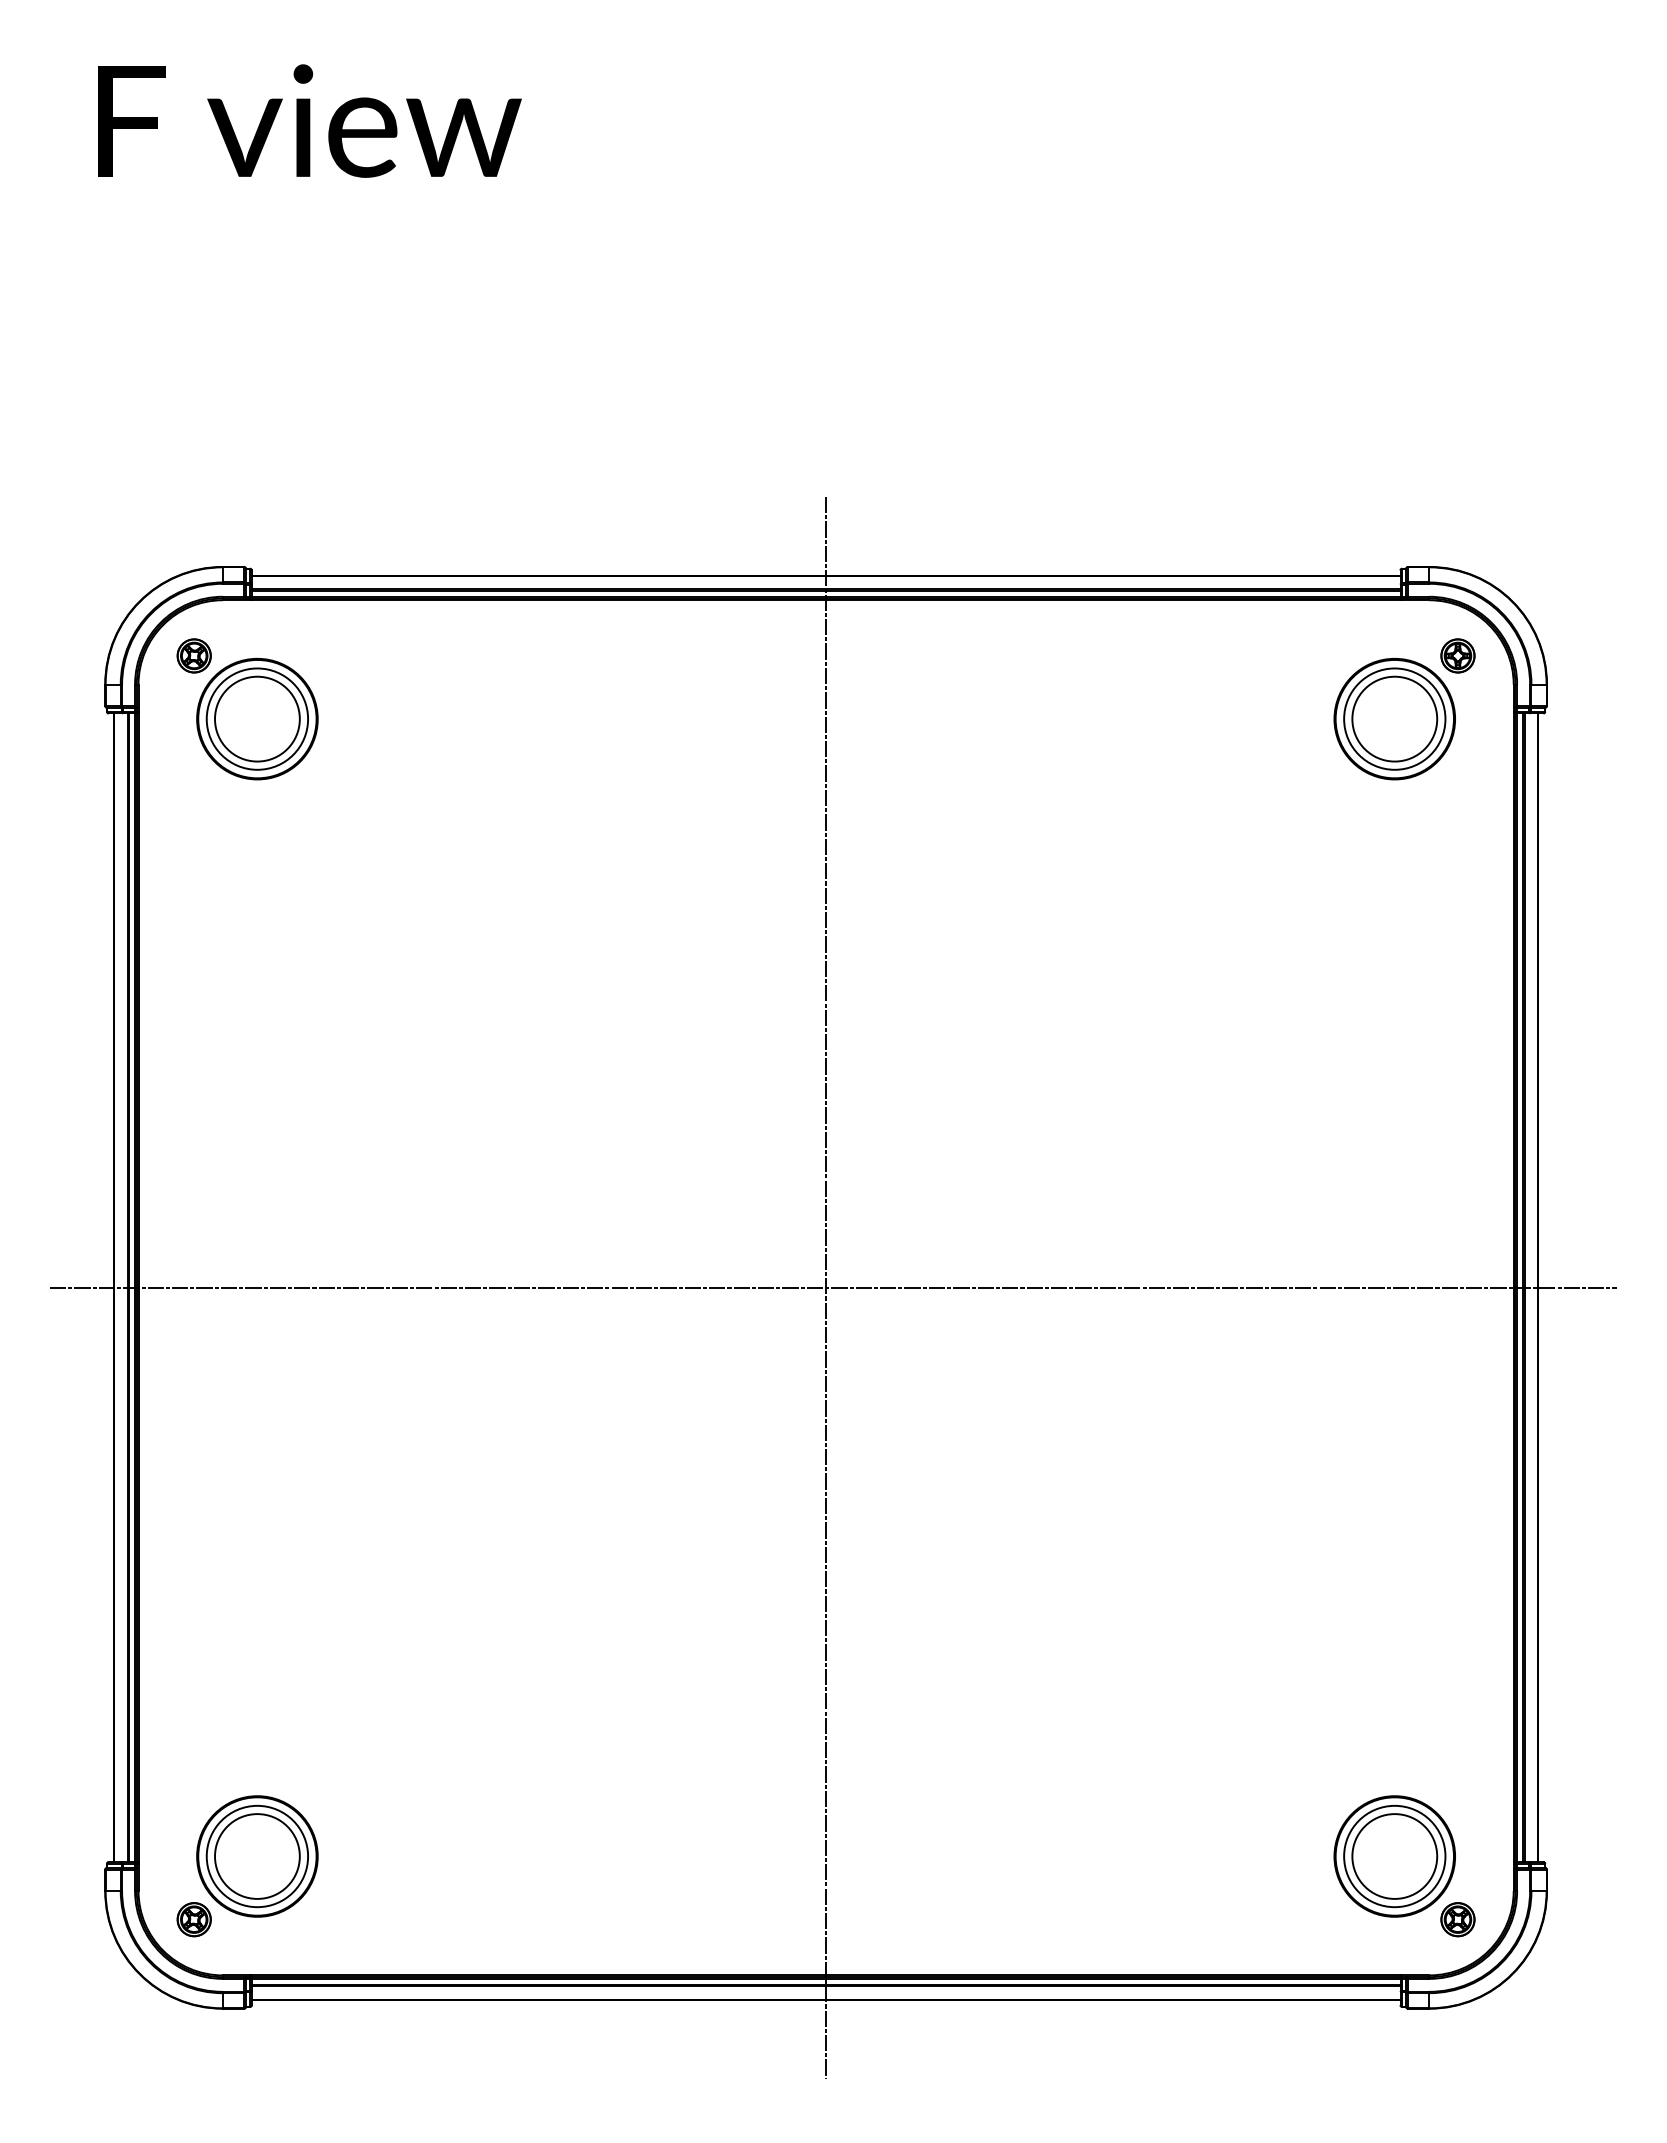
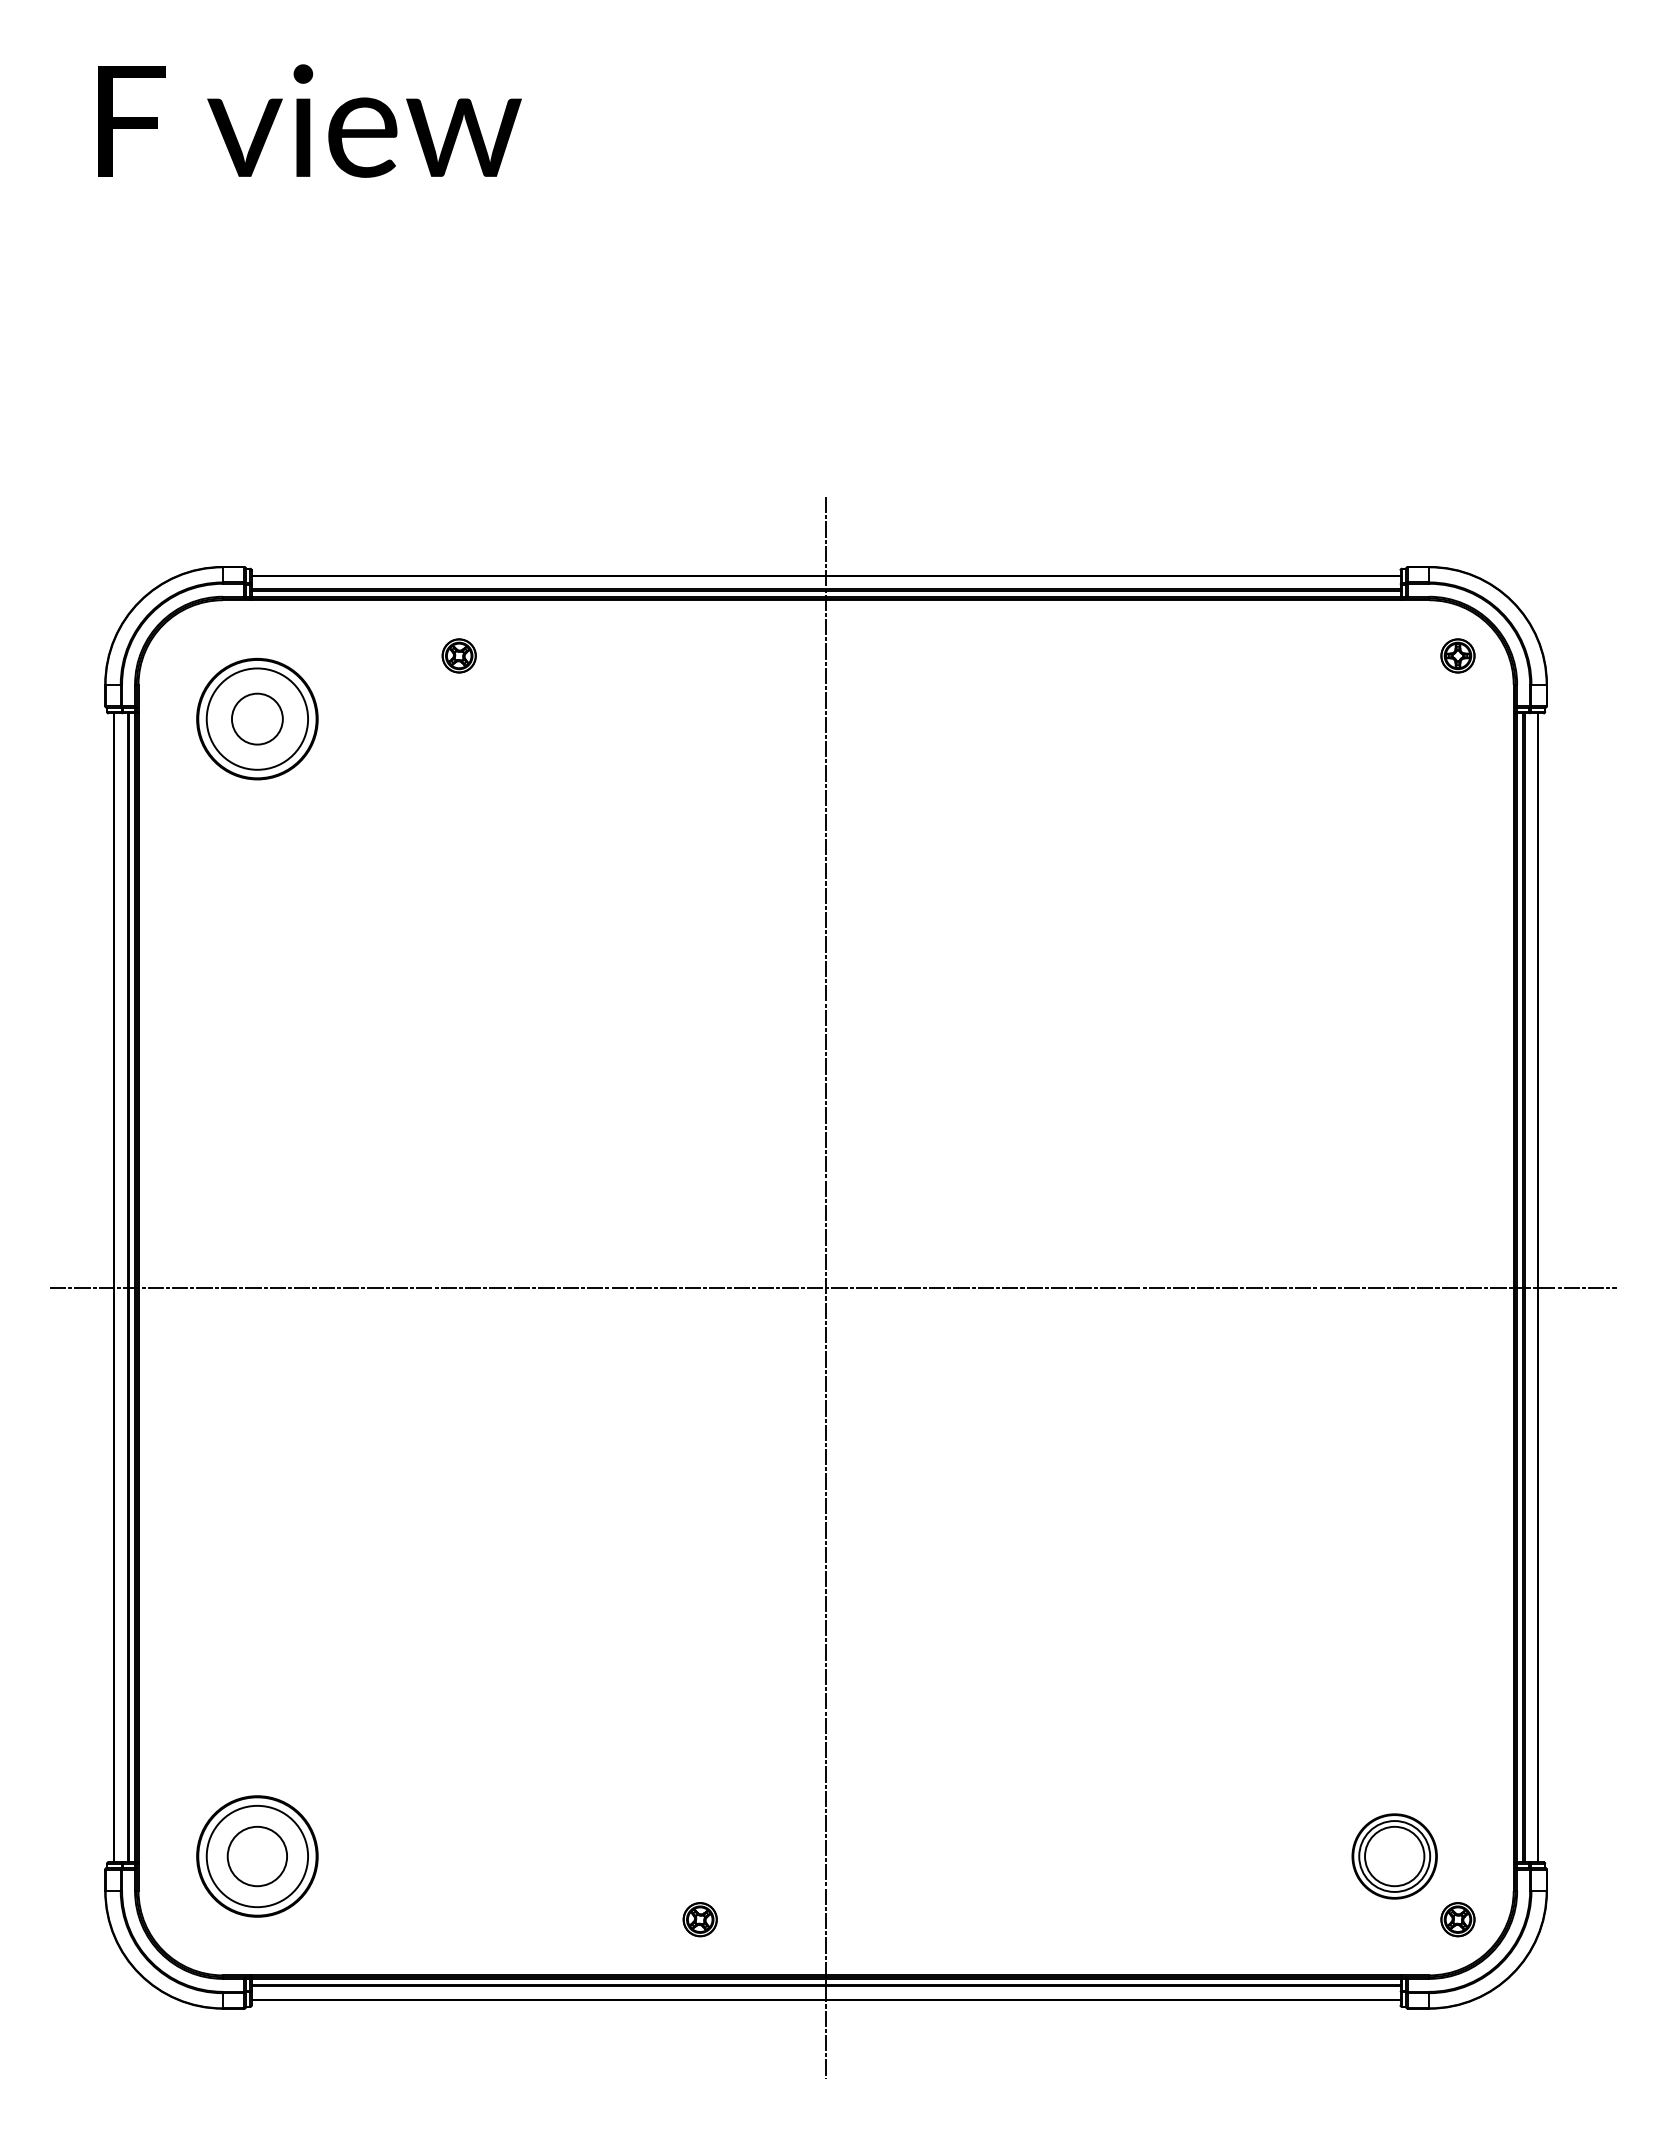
part at (193, 655) position: (193, 655) -> (458, 655)
circle at (257, 718) diameter: 85 px -> 51 px
part at (1394, 718): present -> none
circle at (257, 1856) diameter: 85 px -> 59 px
part at (1394, 1856) size: 123x123 px -> 87x87 px
part at (193, 1919) position: (193, 1919) -> (699, 1919)
